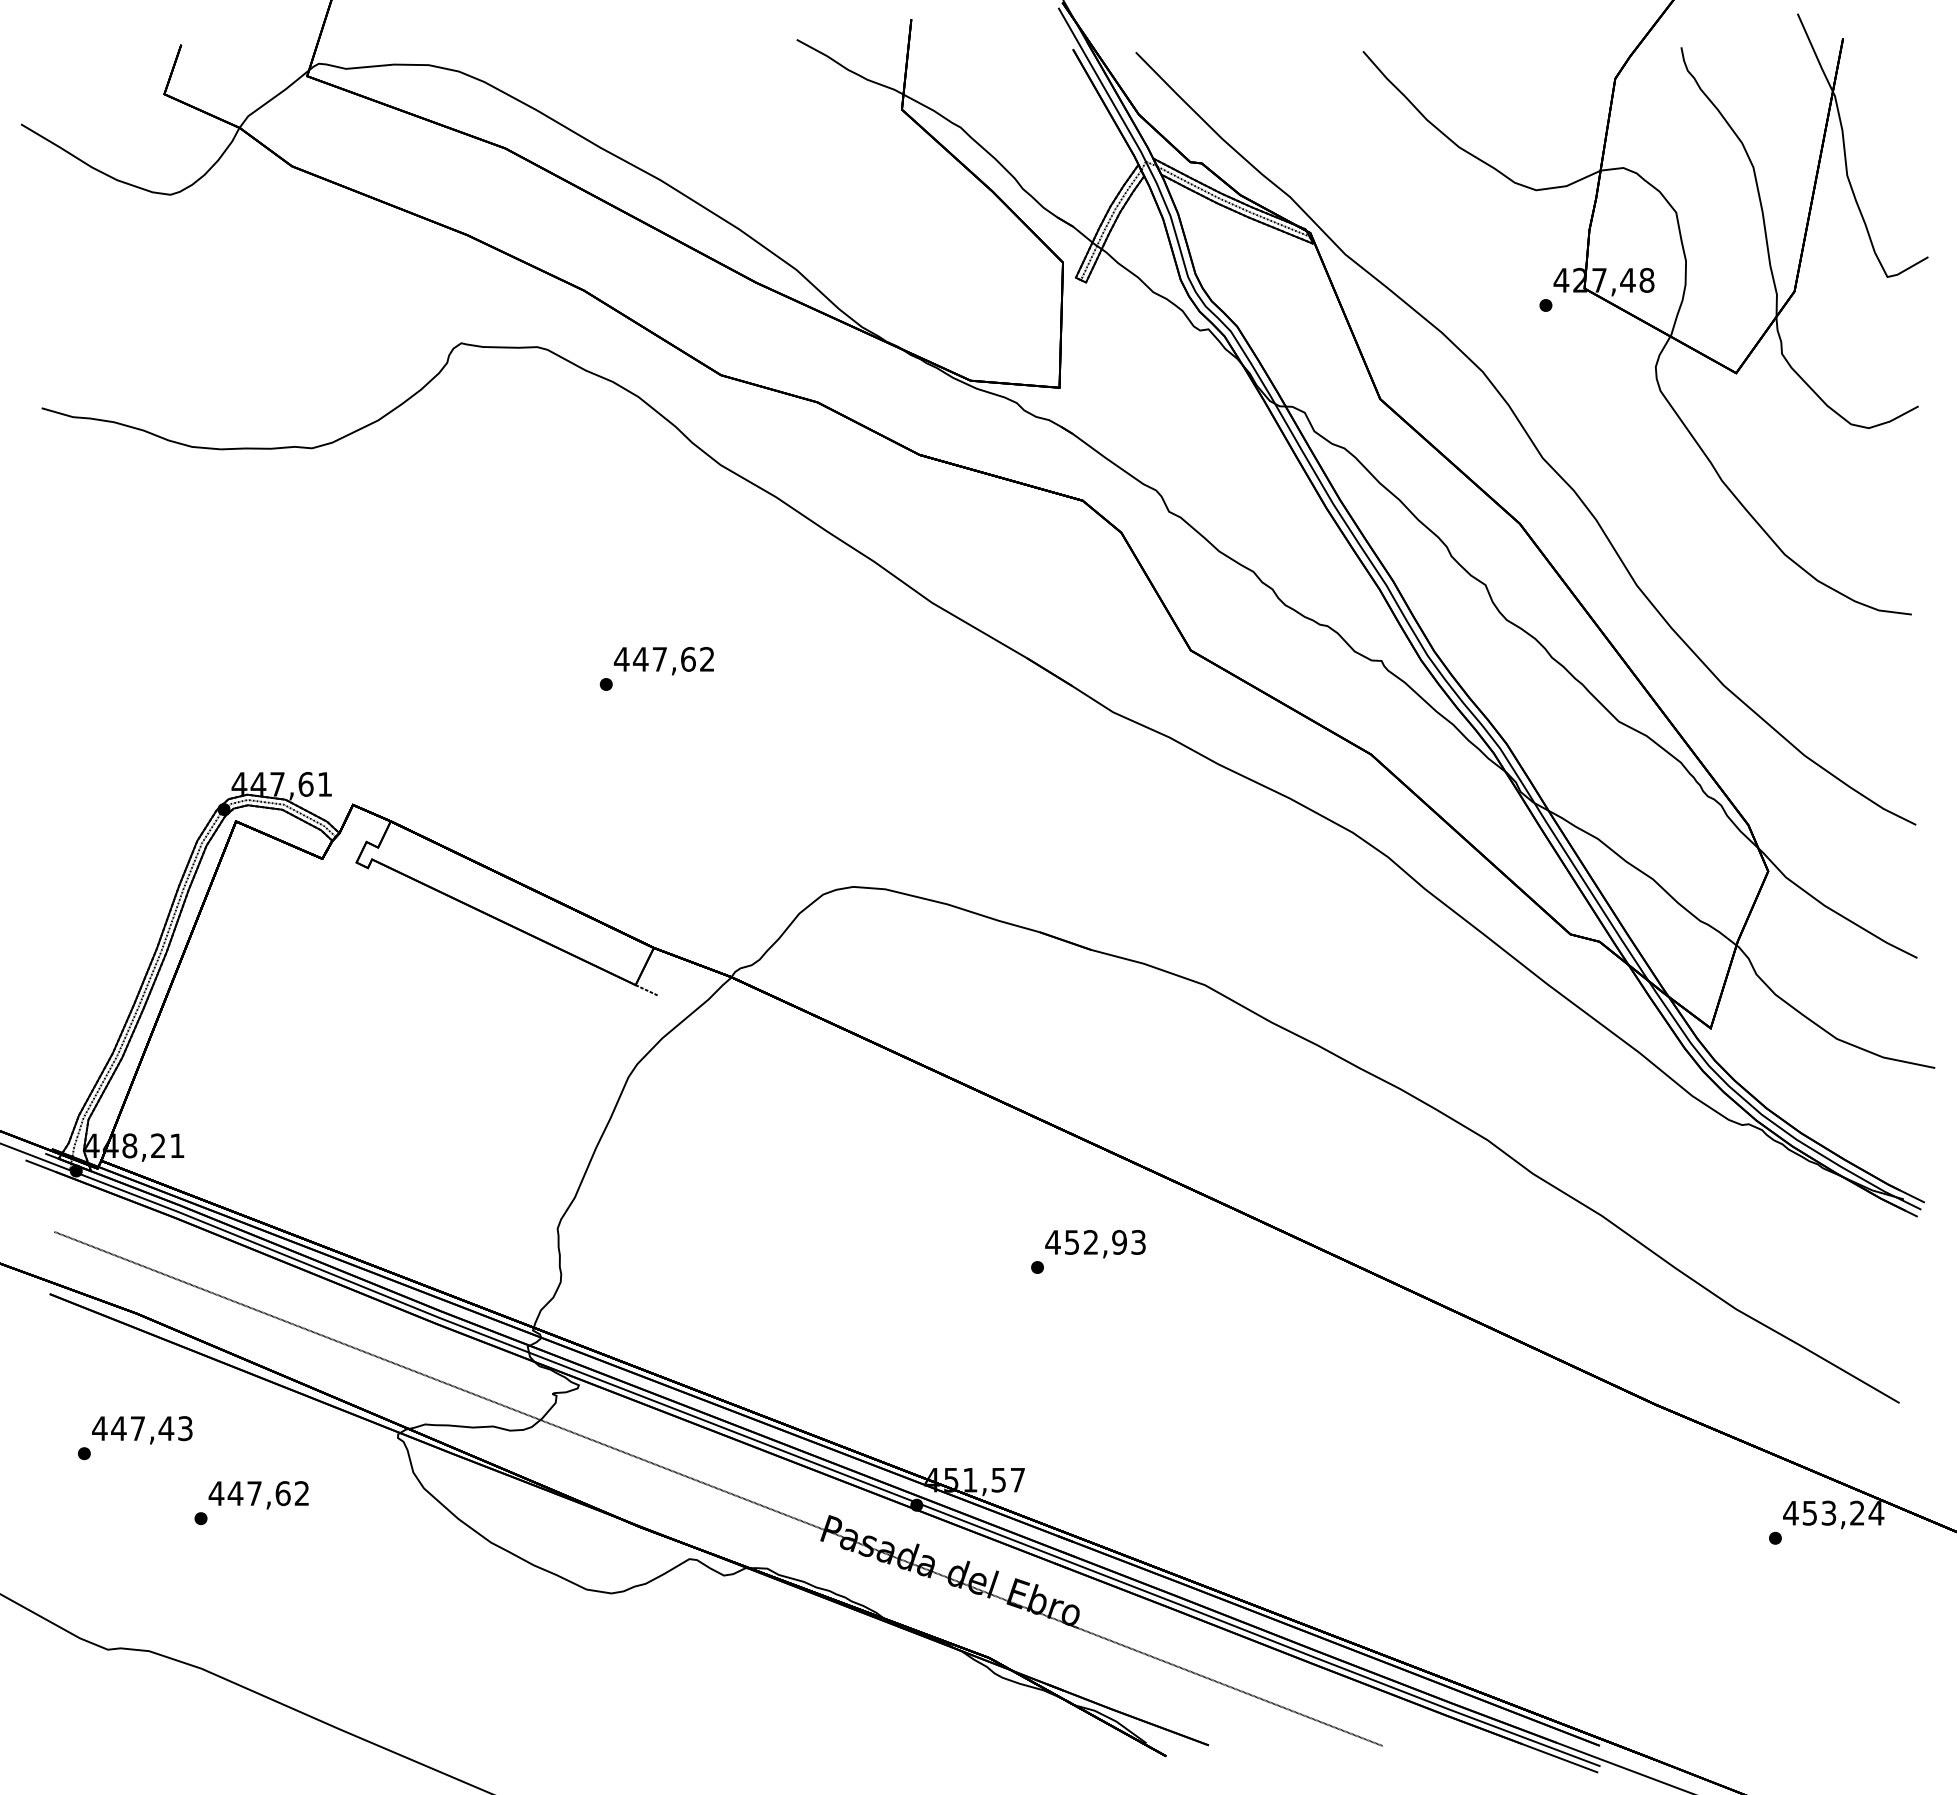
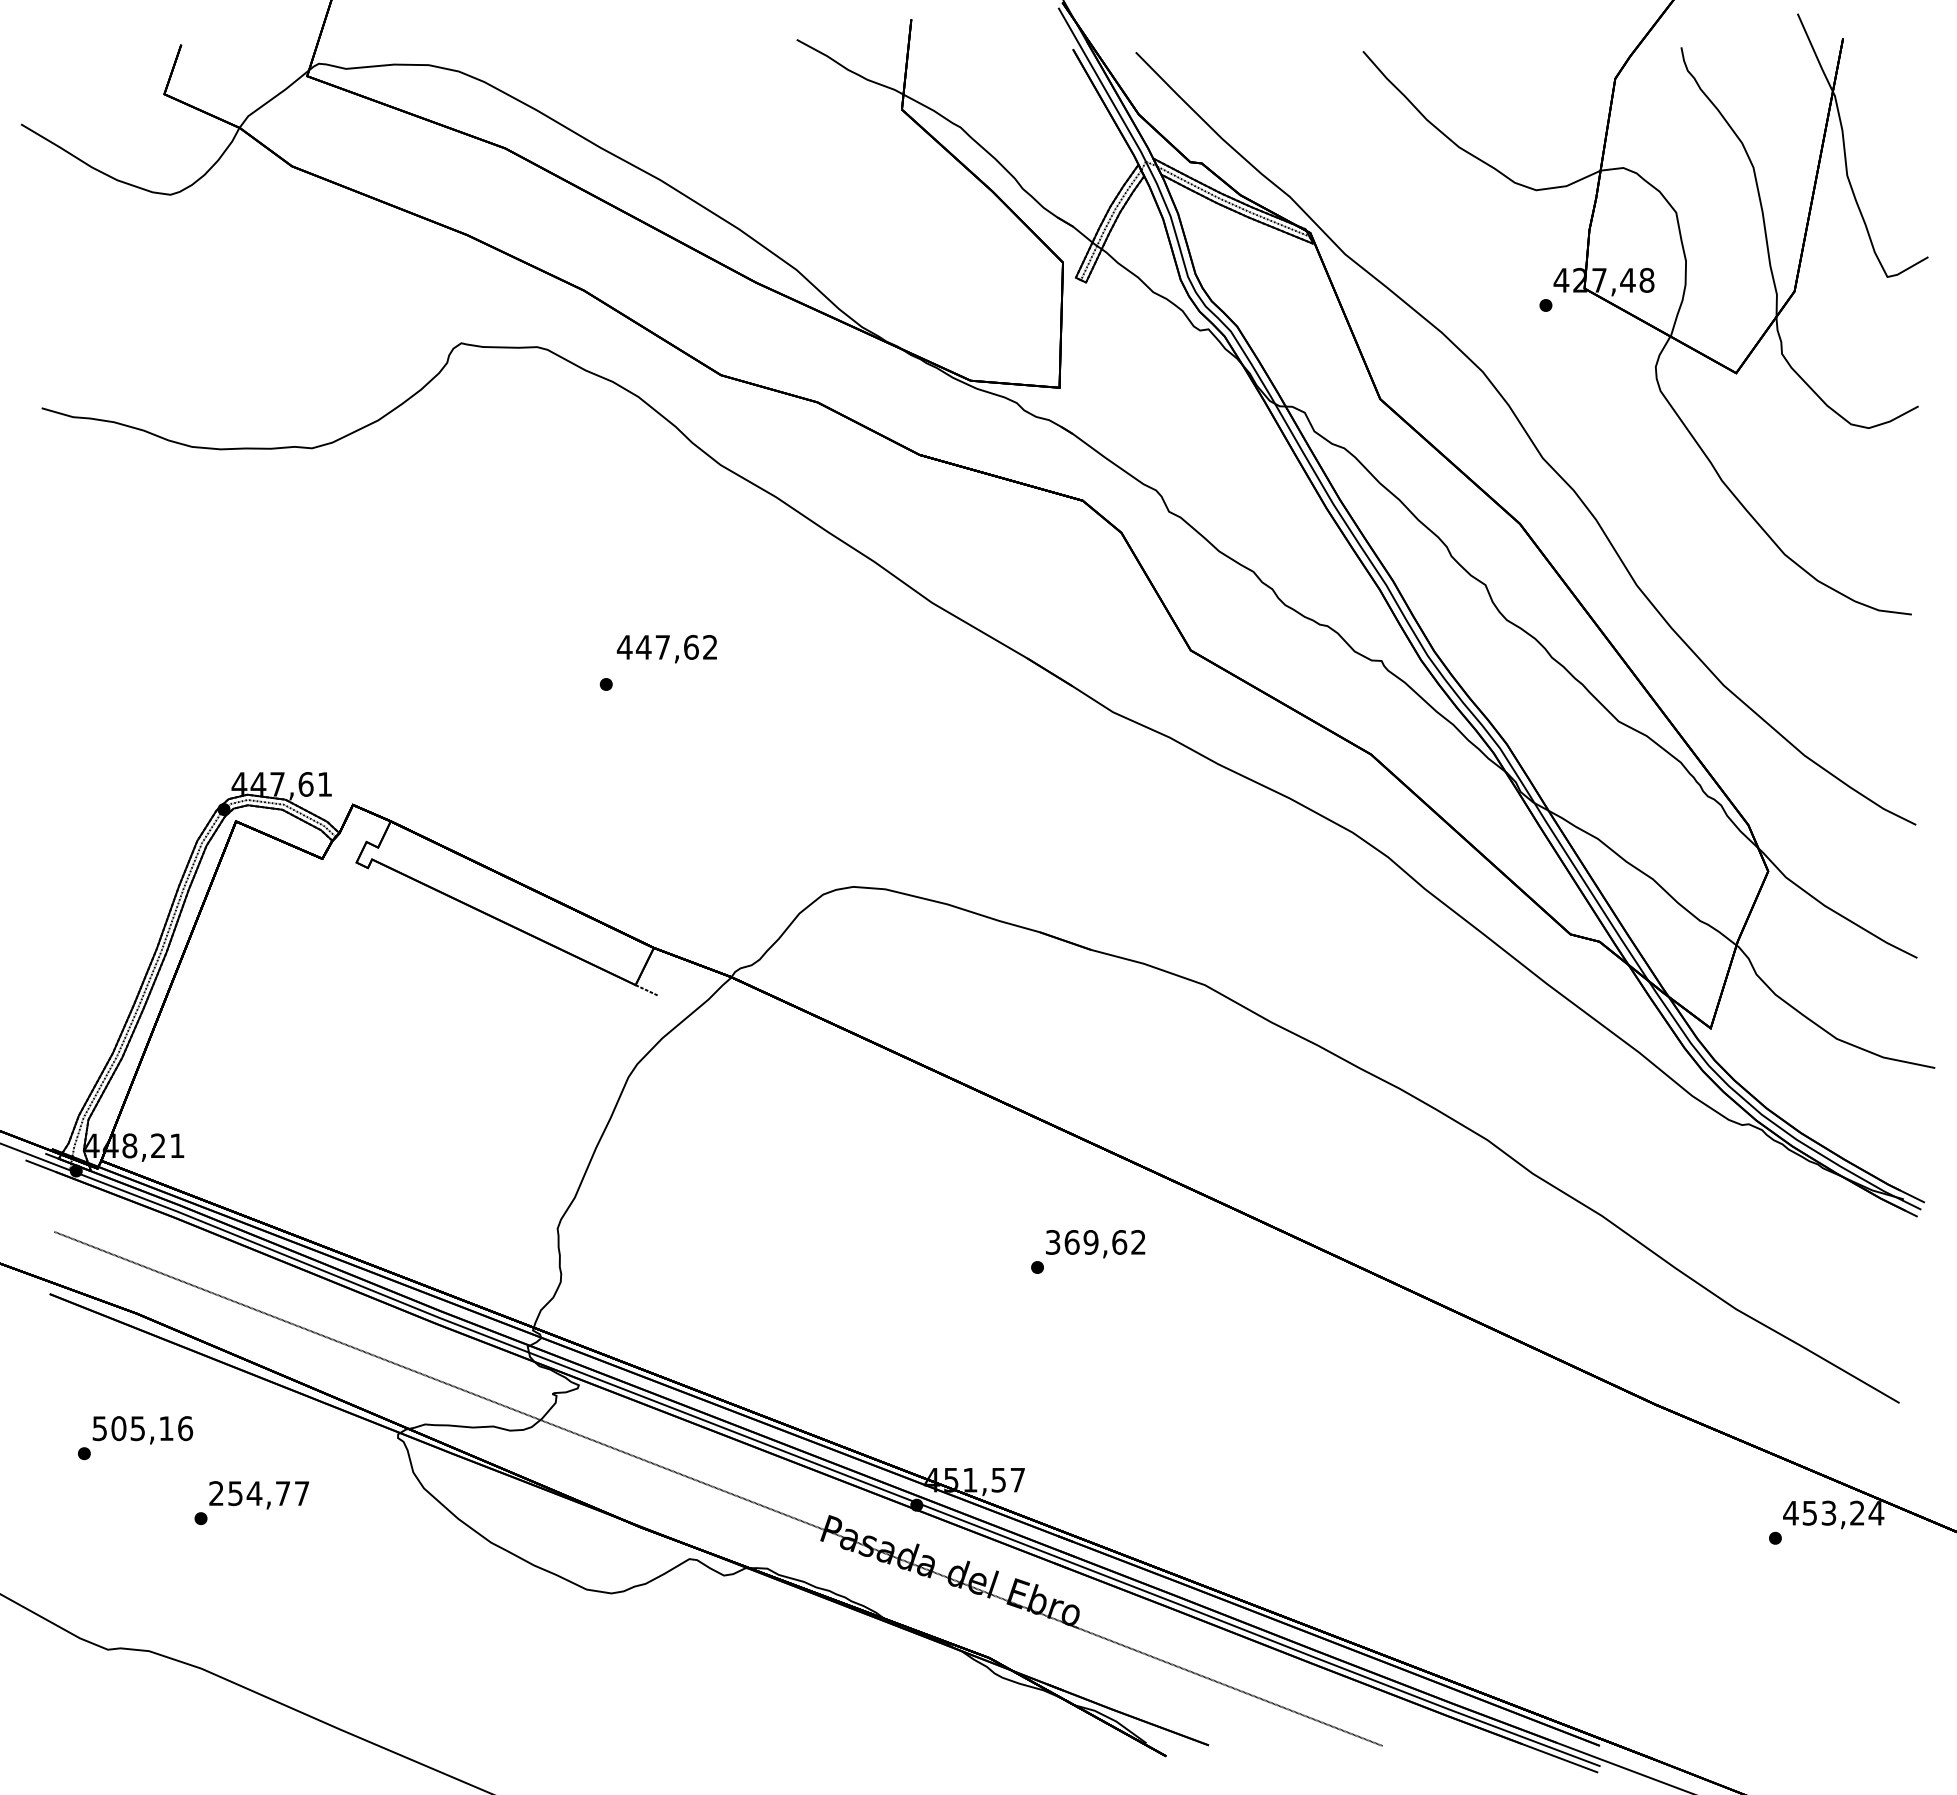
text at (663, 661) position: (663, 661) -> (666, 649)
text at (1095, 1242): 452,93 -> 369,62
text at (142, 1428): 447,43 -> 505,16
text at (258, 1493): 447,62 -> 254,77
